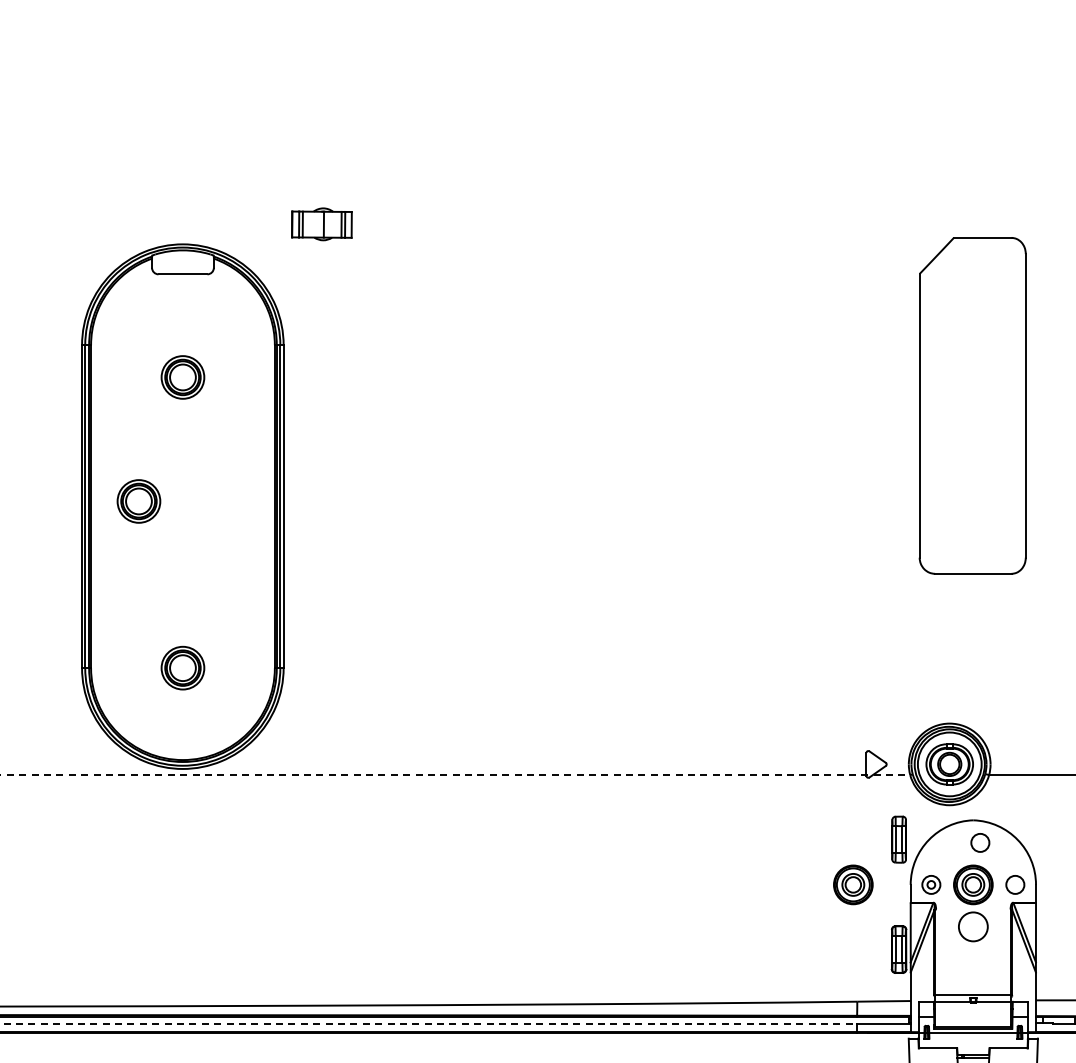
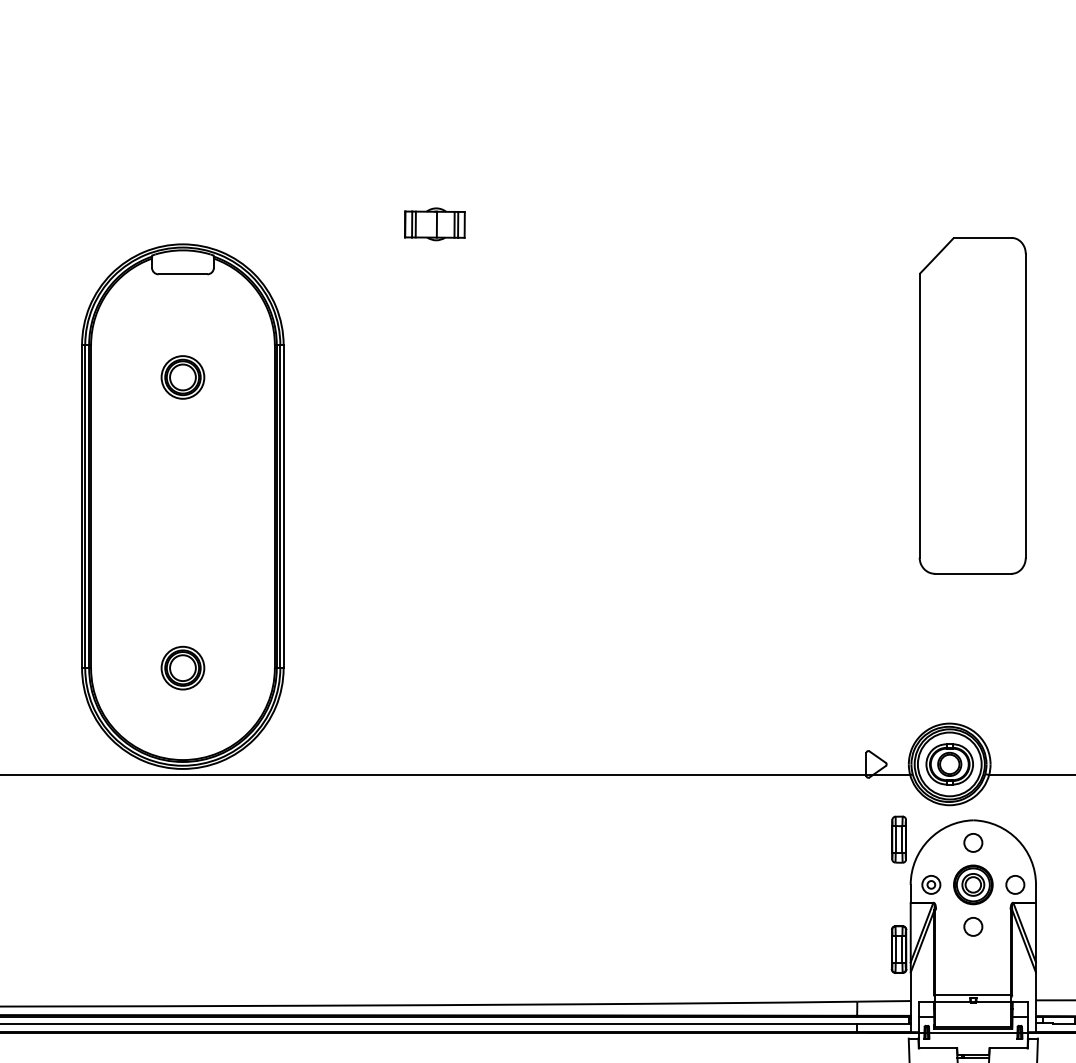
part at (321, 224) position: (321, 224) -> (434, 224)
part at (138, 501): present -> none
line at (455, 775): dashed -> solid
circle at (980, 842) position: (980, 842) -> (973, 842)
part at (853, 884): present -> none
circle at (972, 926) diameter: 29 px -> 18 px
line at (429, 1023): dashed -> solid
